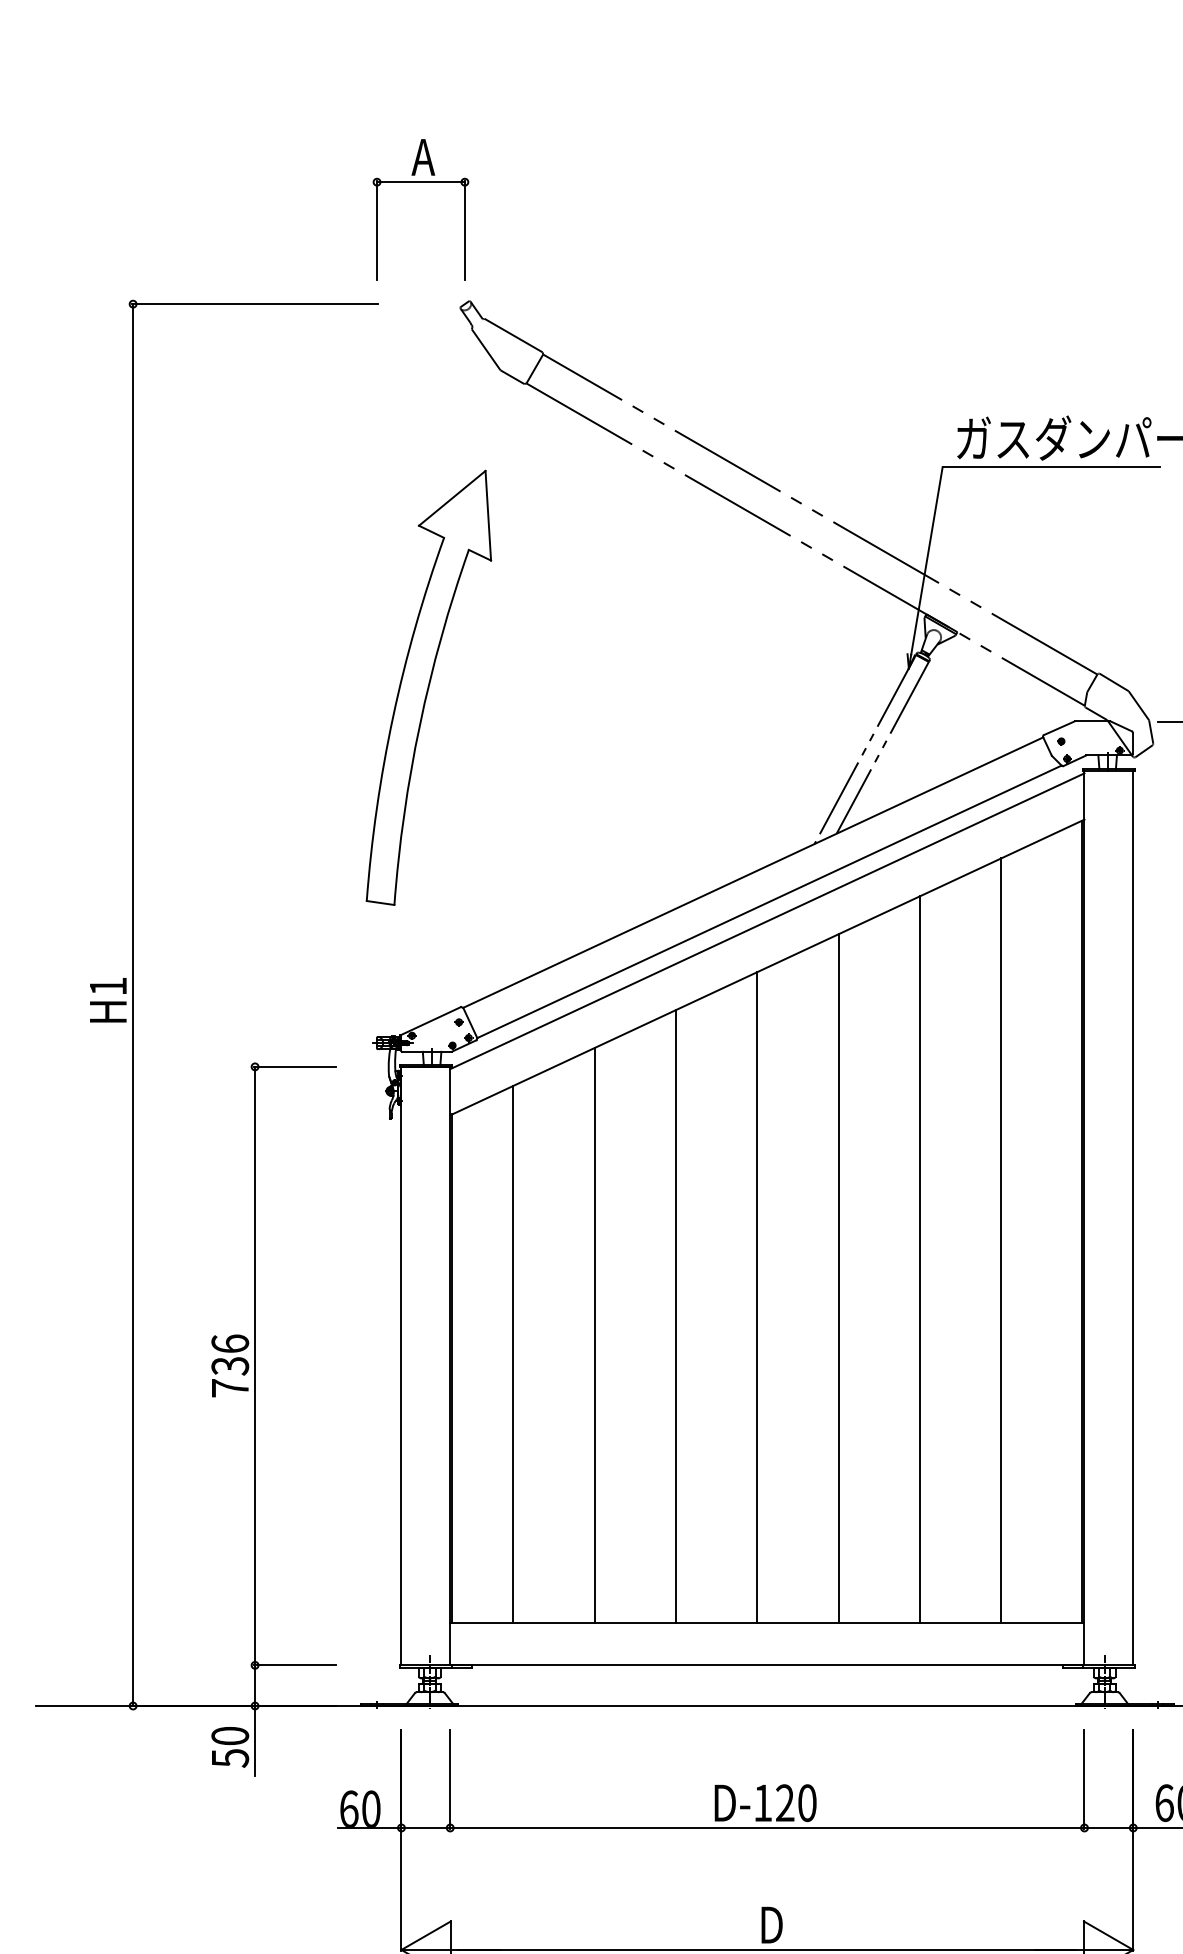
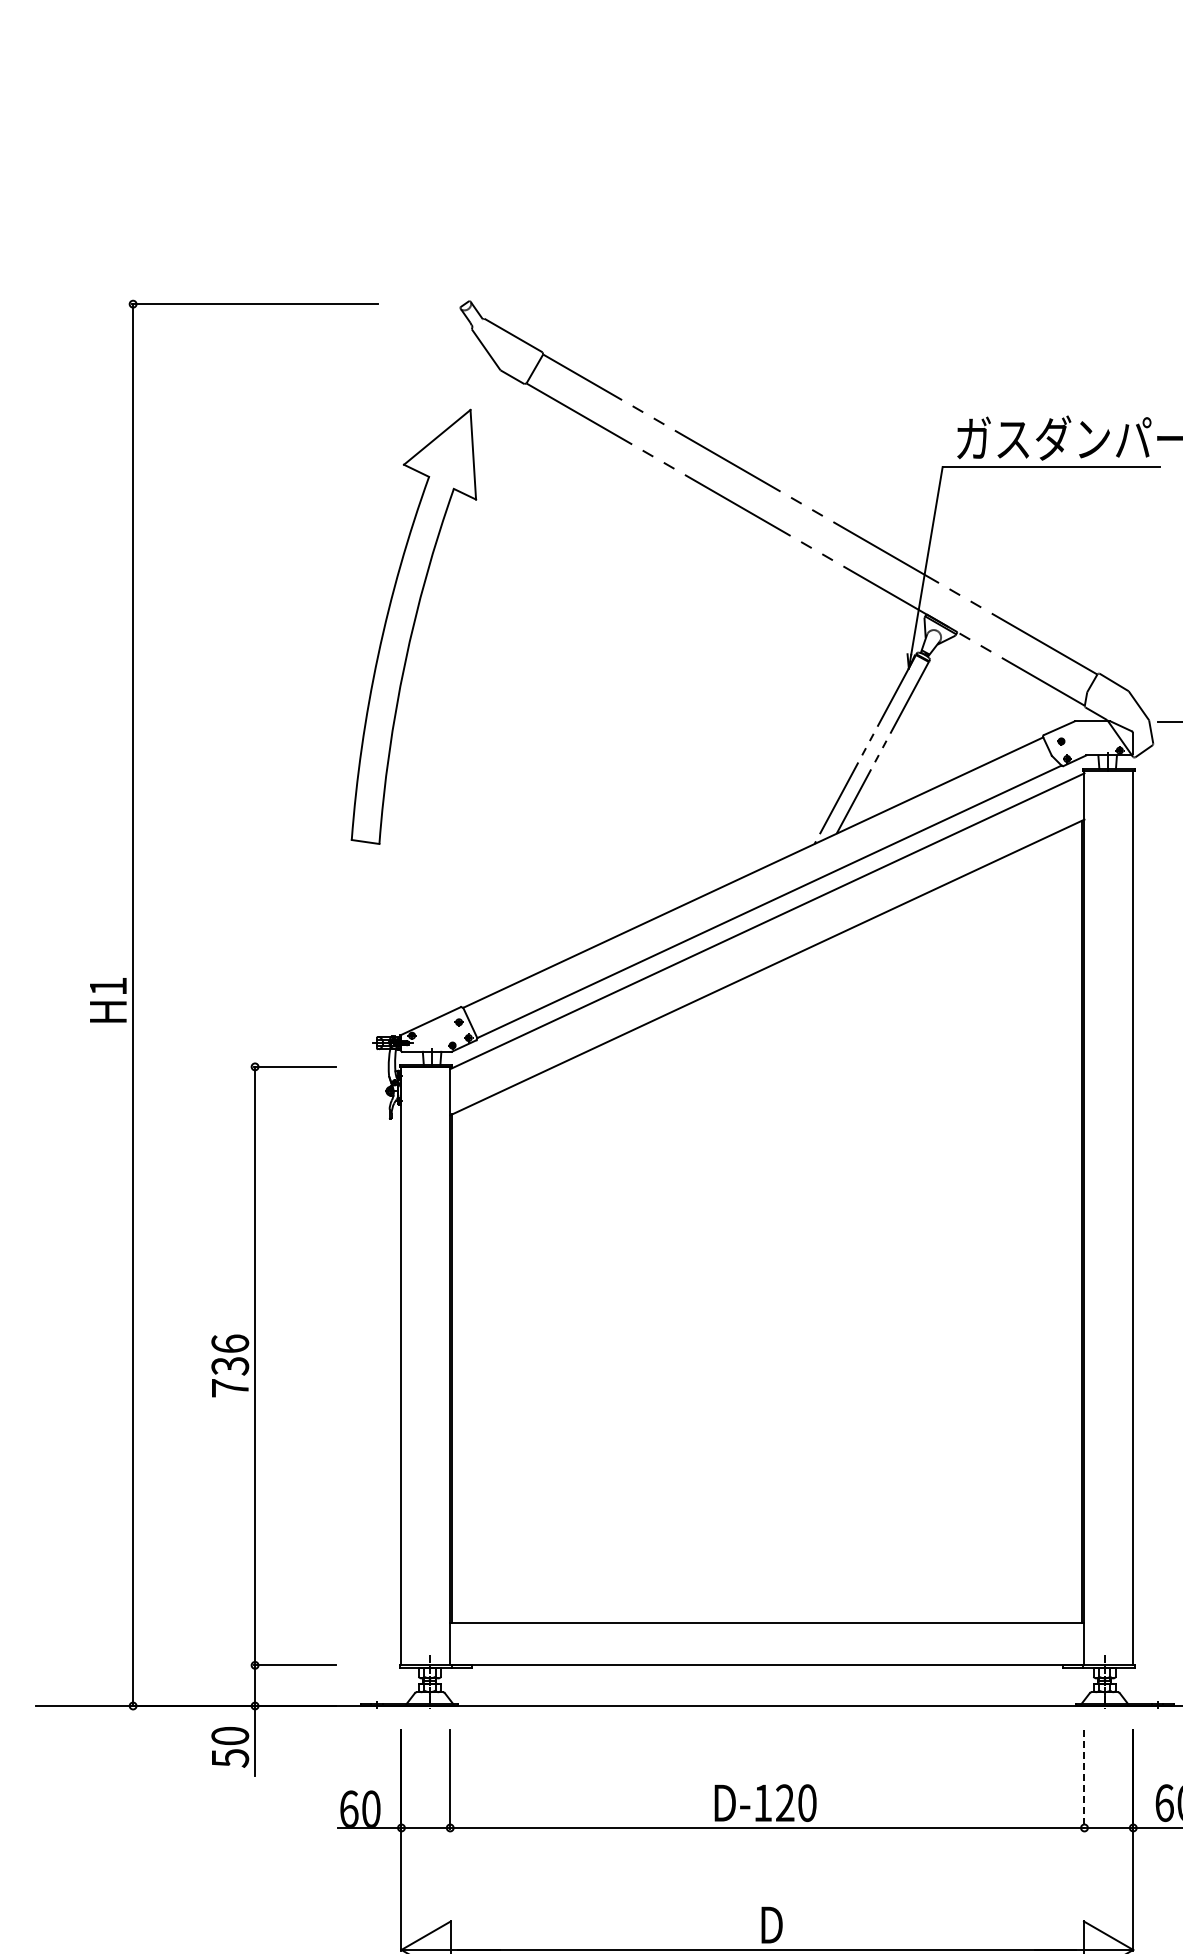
part at (420, 182): present -> none
part at (428, 687) position: (428, 687) -> (413, 626)
line at (1001, 1240): present -> none
line at (919, 1259): present -> none
line at (838, 1278): present -> none
line at (757, 1297): present -> none
line at (675, 1316): present -> none
line at (594, 1335): present -> none
line at (513, 1354): present -> none
line at (1084, 1780): solid -> dashed
